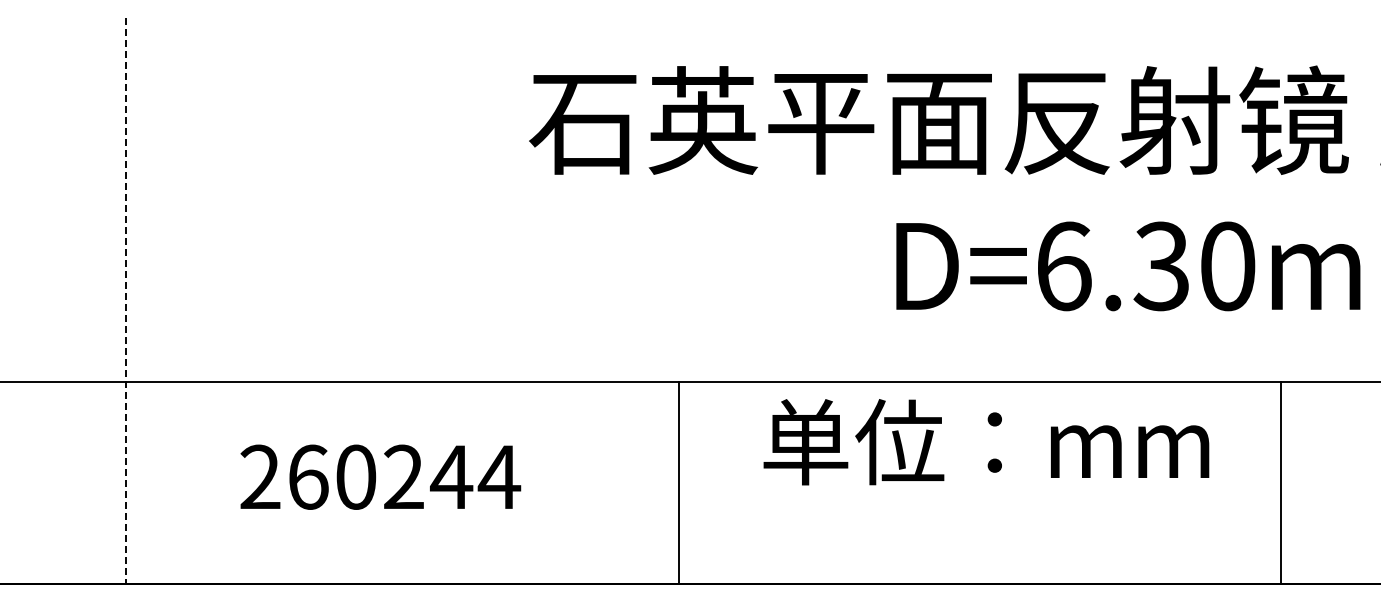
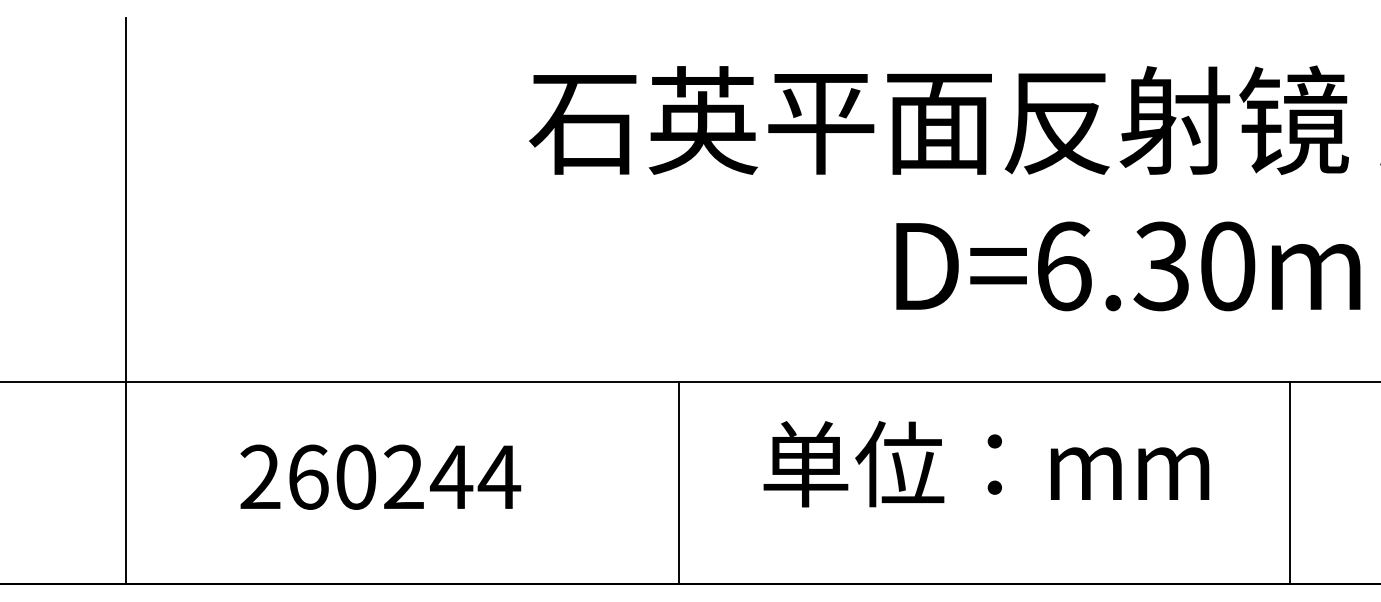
line at (126, 300): dashed -> solid
text at (986, 442) position: (986, 442) -> (986, 464)
line at (1280, 482) position: (1280, 482) -> (1289, 482)
